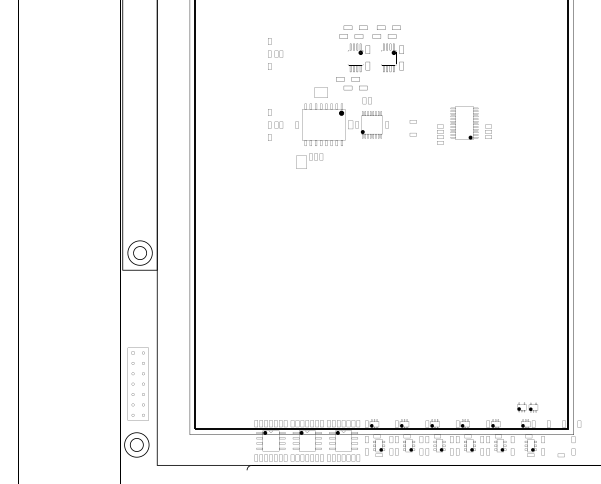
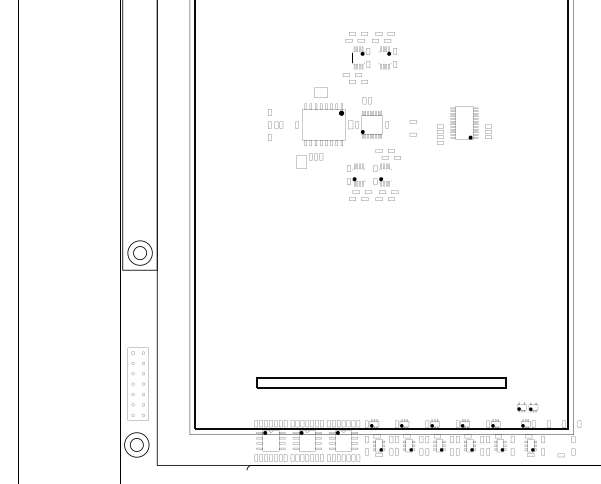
part at (275, 53): present -> none
part at (369, 57) size: 68x66 px -> 54x52 px
part at (373, 174): none -> present
part at (381, 382): none -> present
